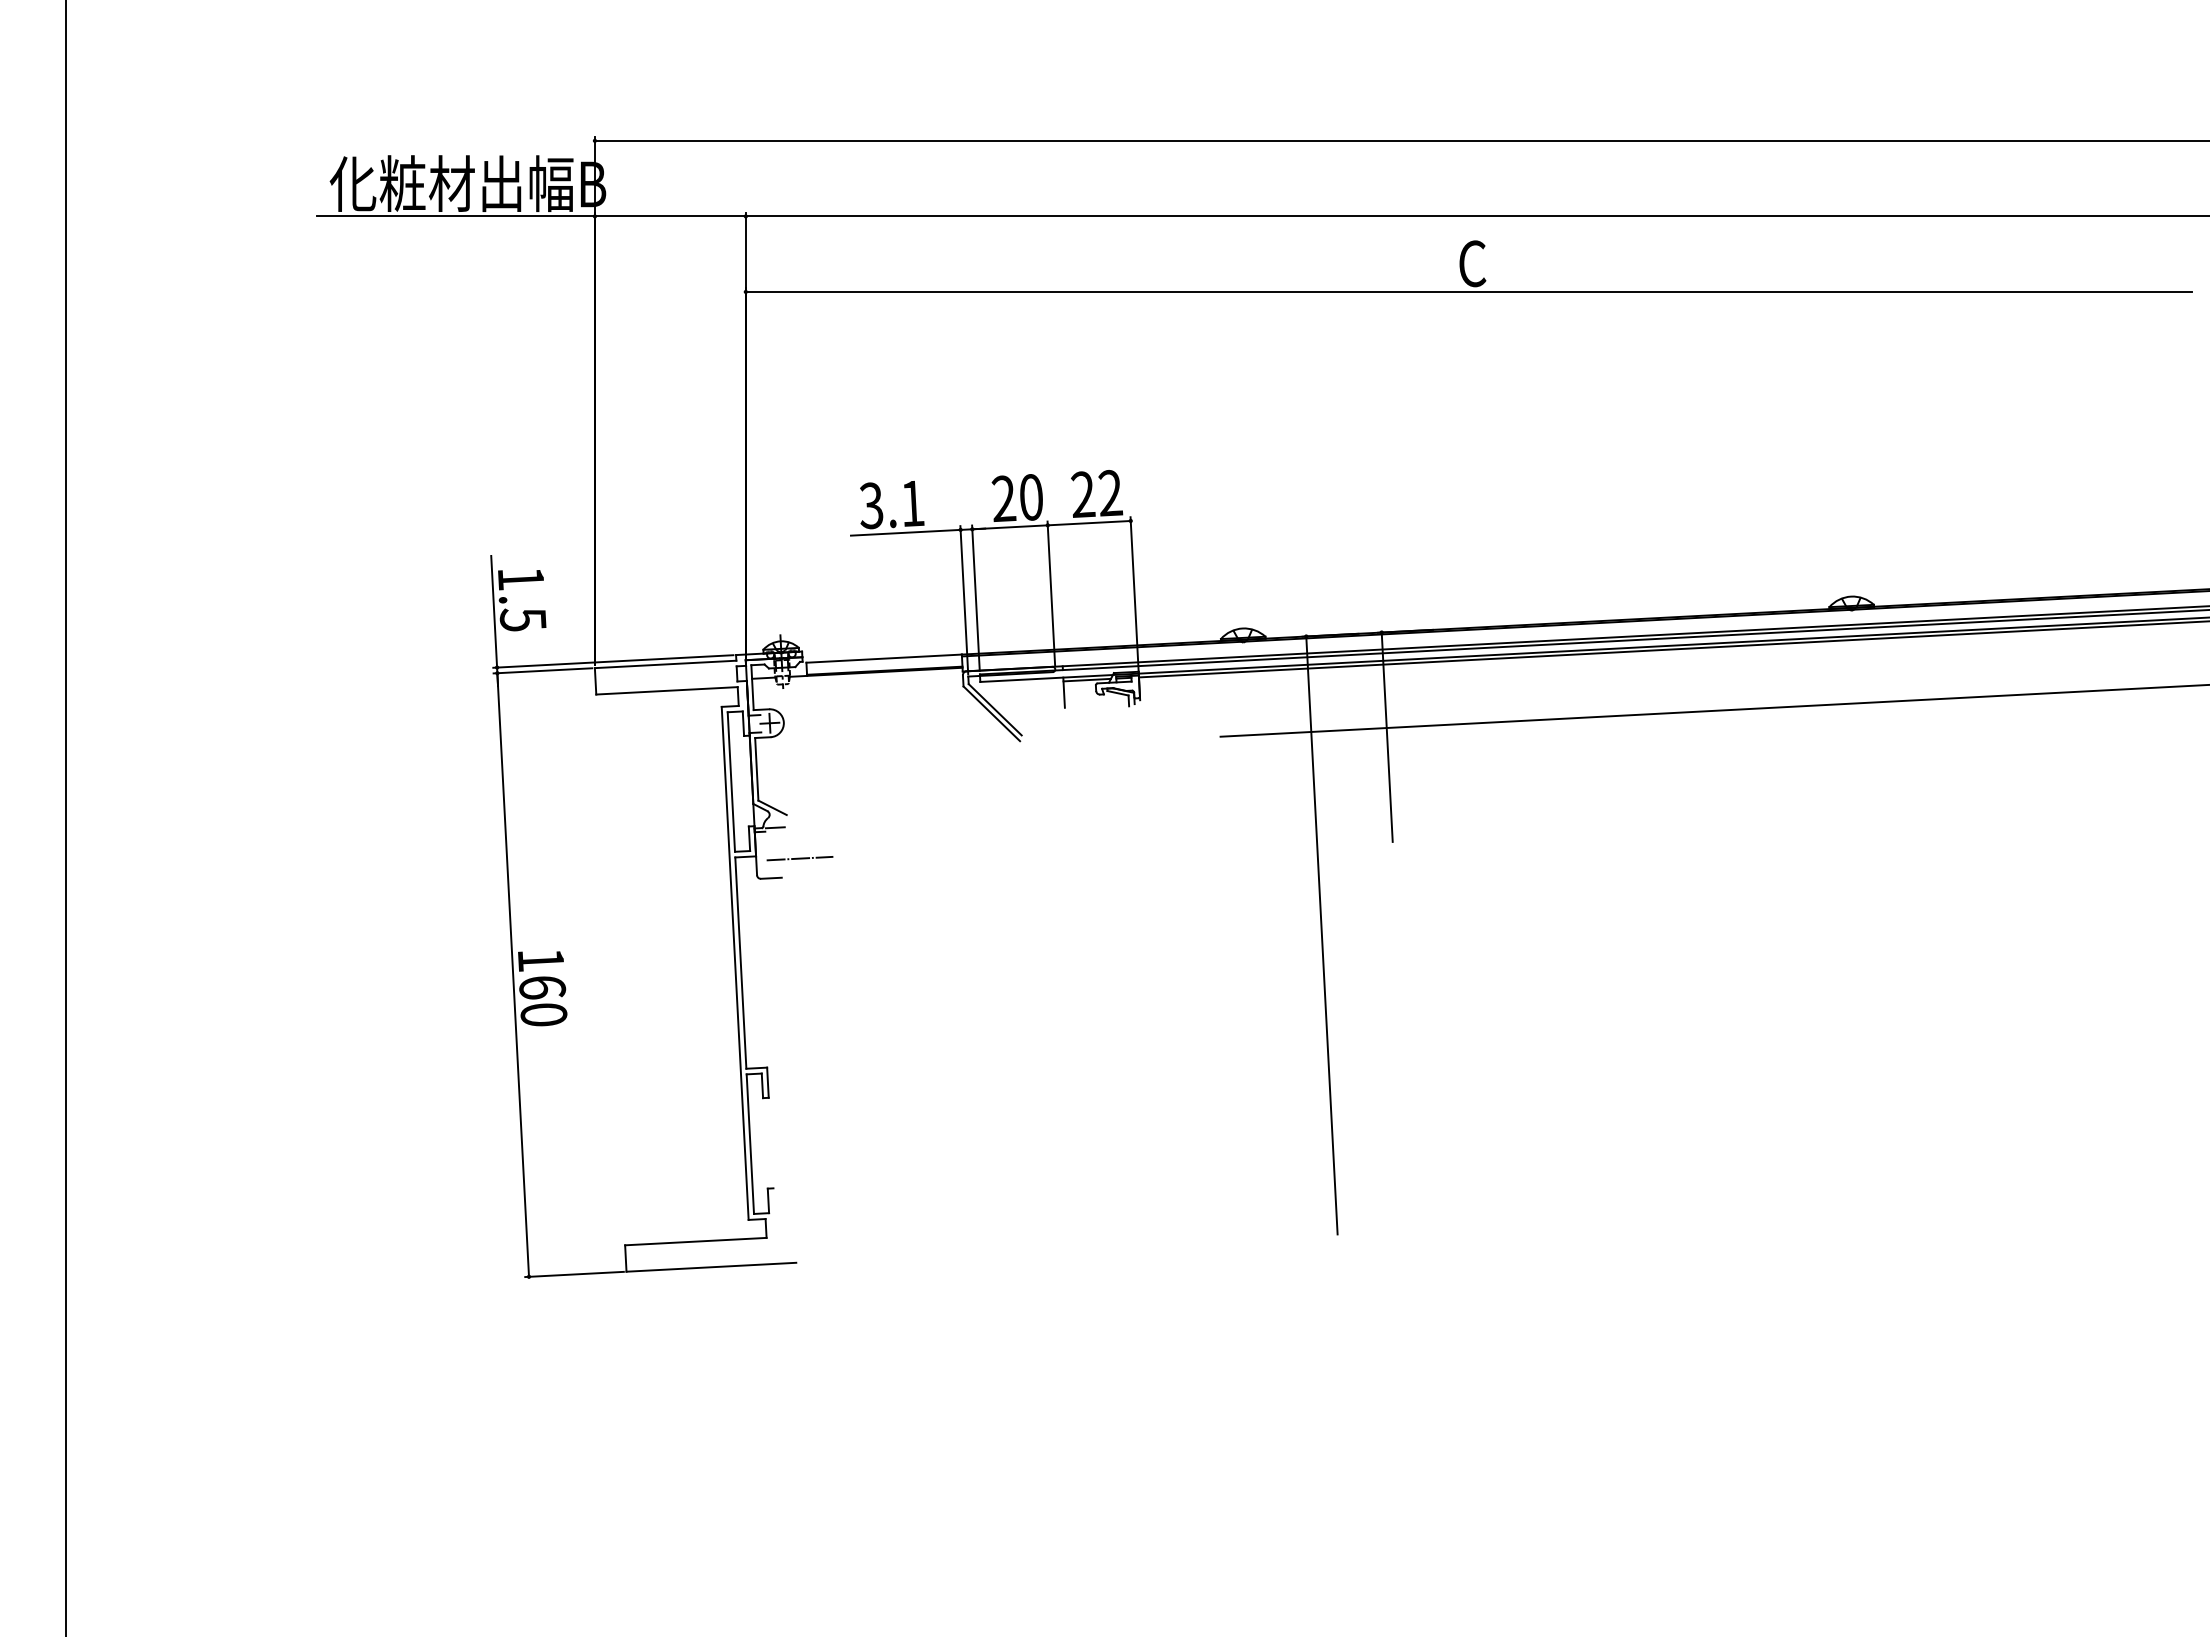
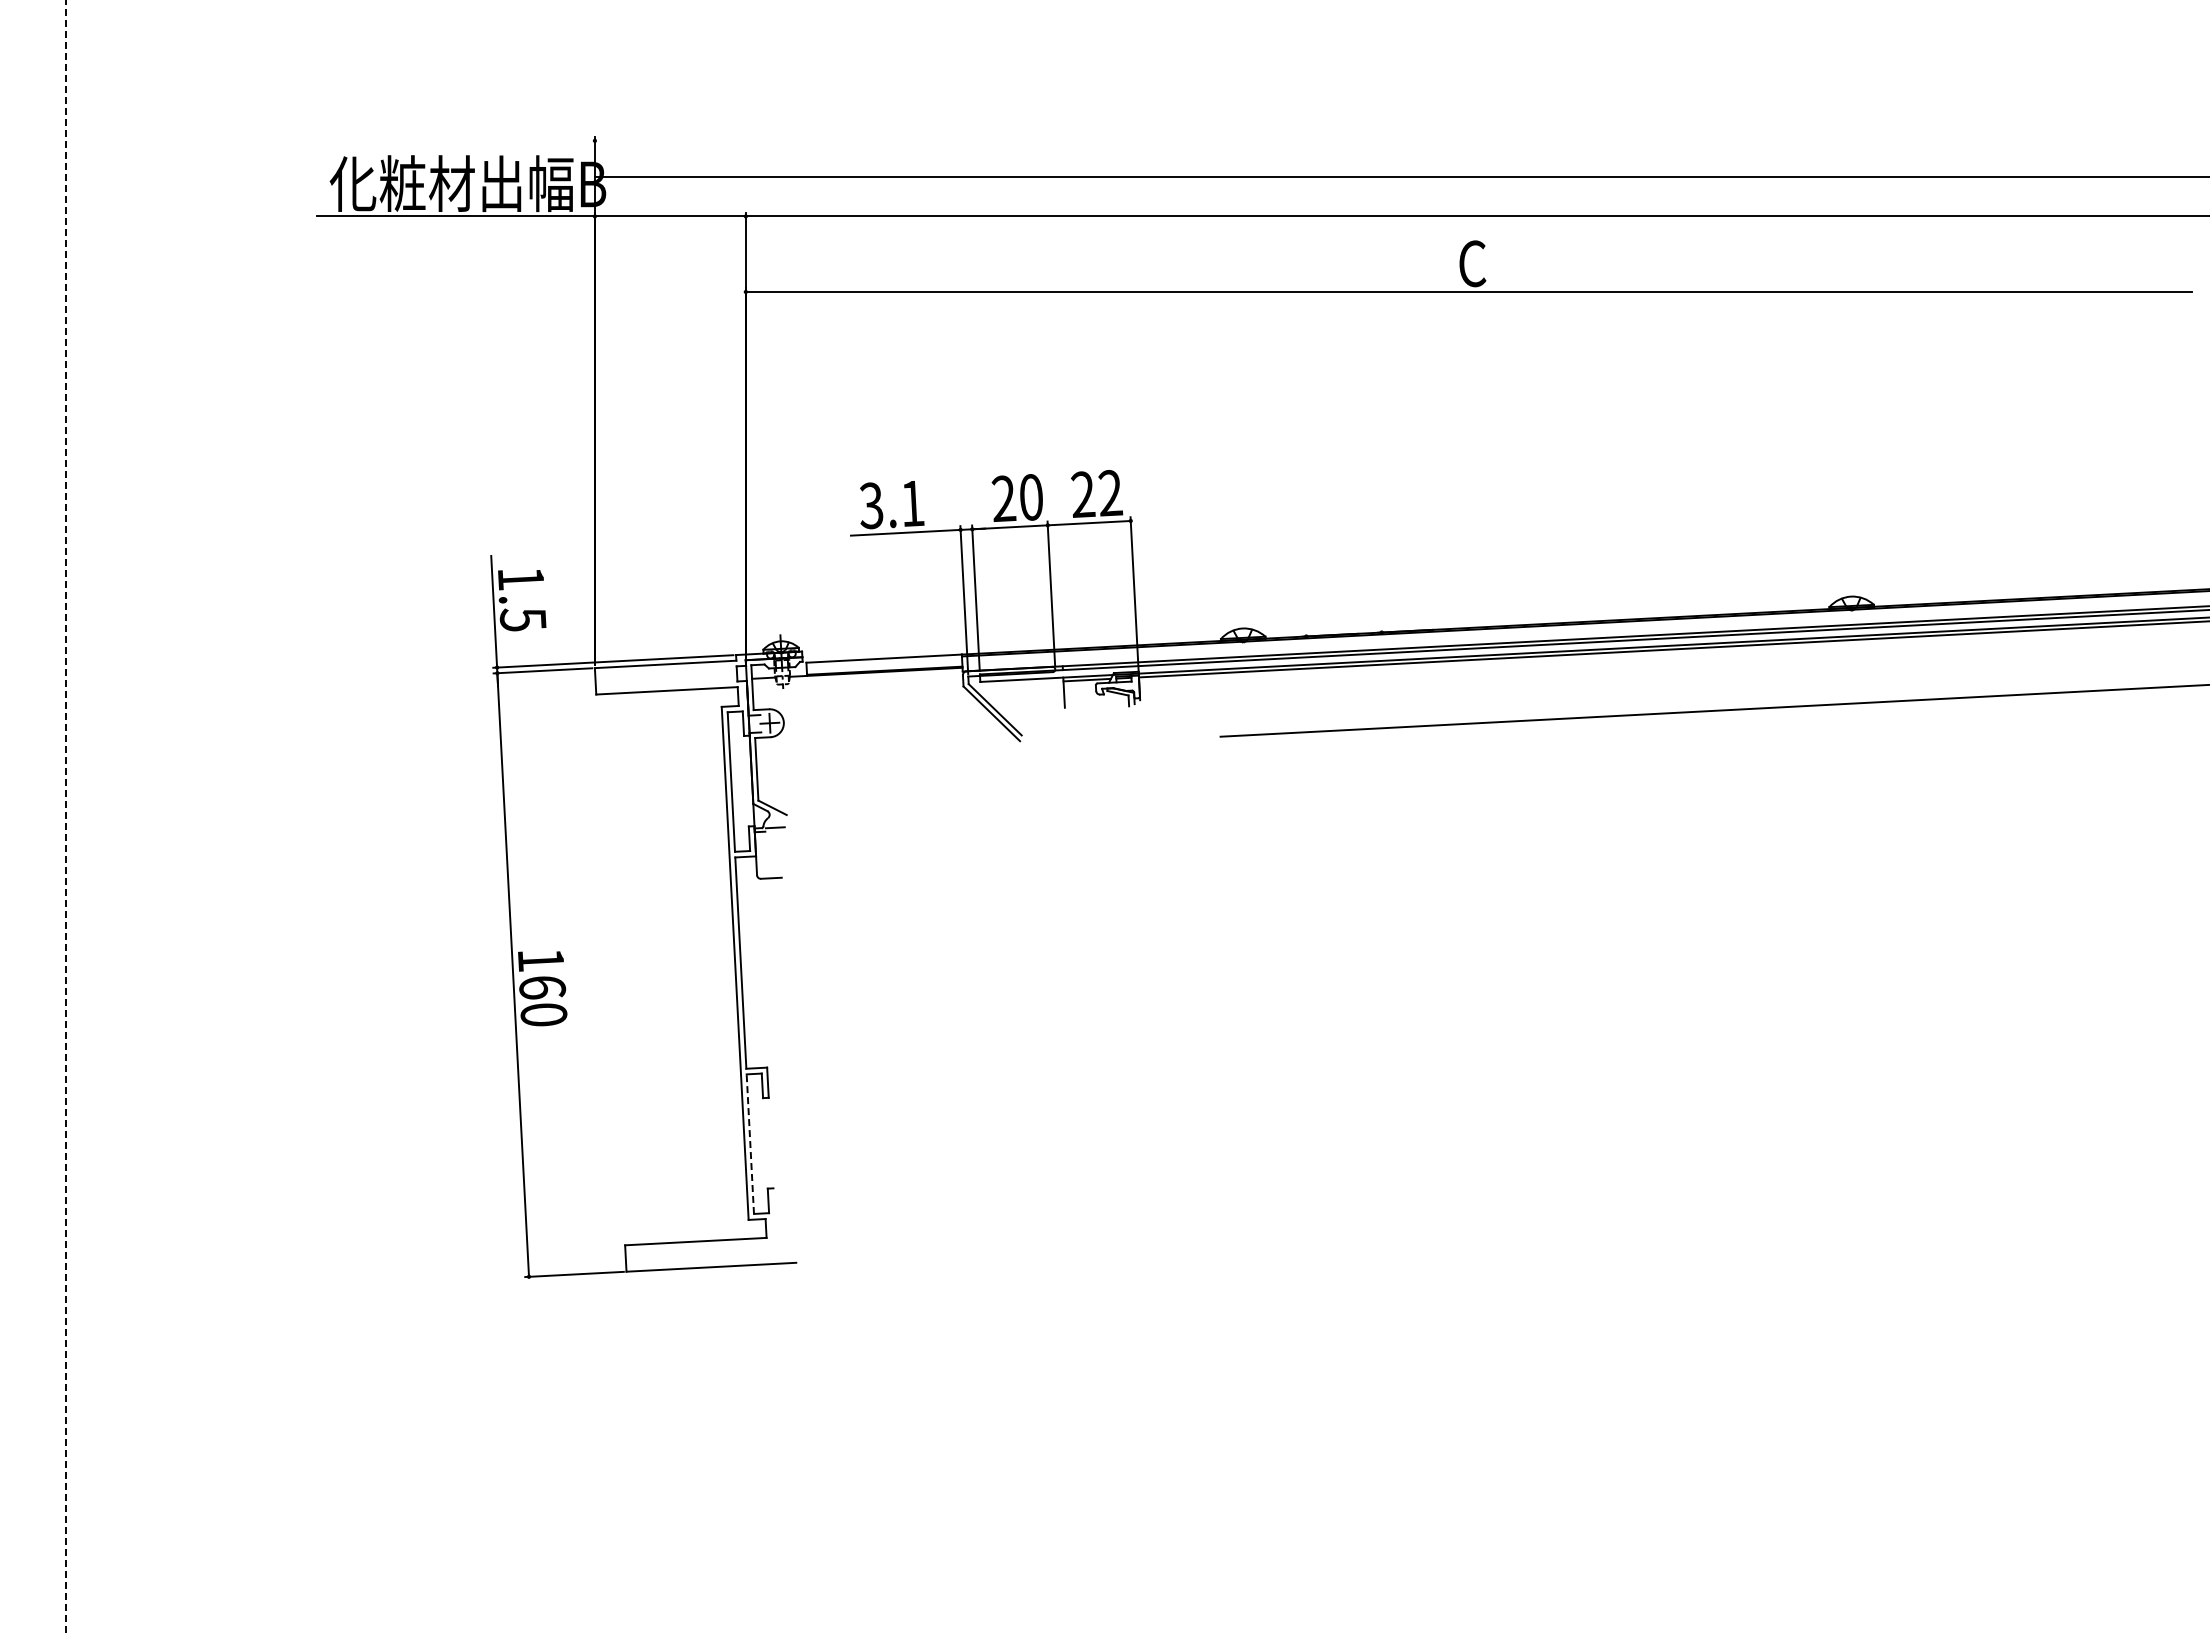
line at (1400, 140) position: (1400, 140) -> (1400, 176)
line at (1386, 736): present -> none
line at (66, 818): solid -> dashed
line at (799, 858): present -> none
line at (1321, 935): present -> none
line at (750, 1144): solid -> dashed
